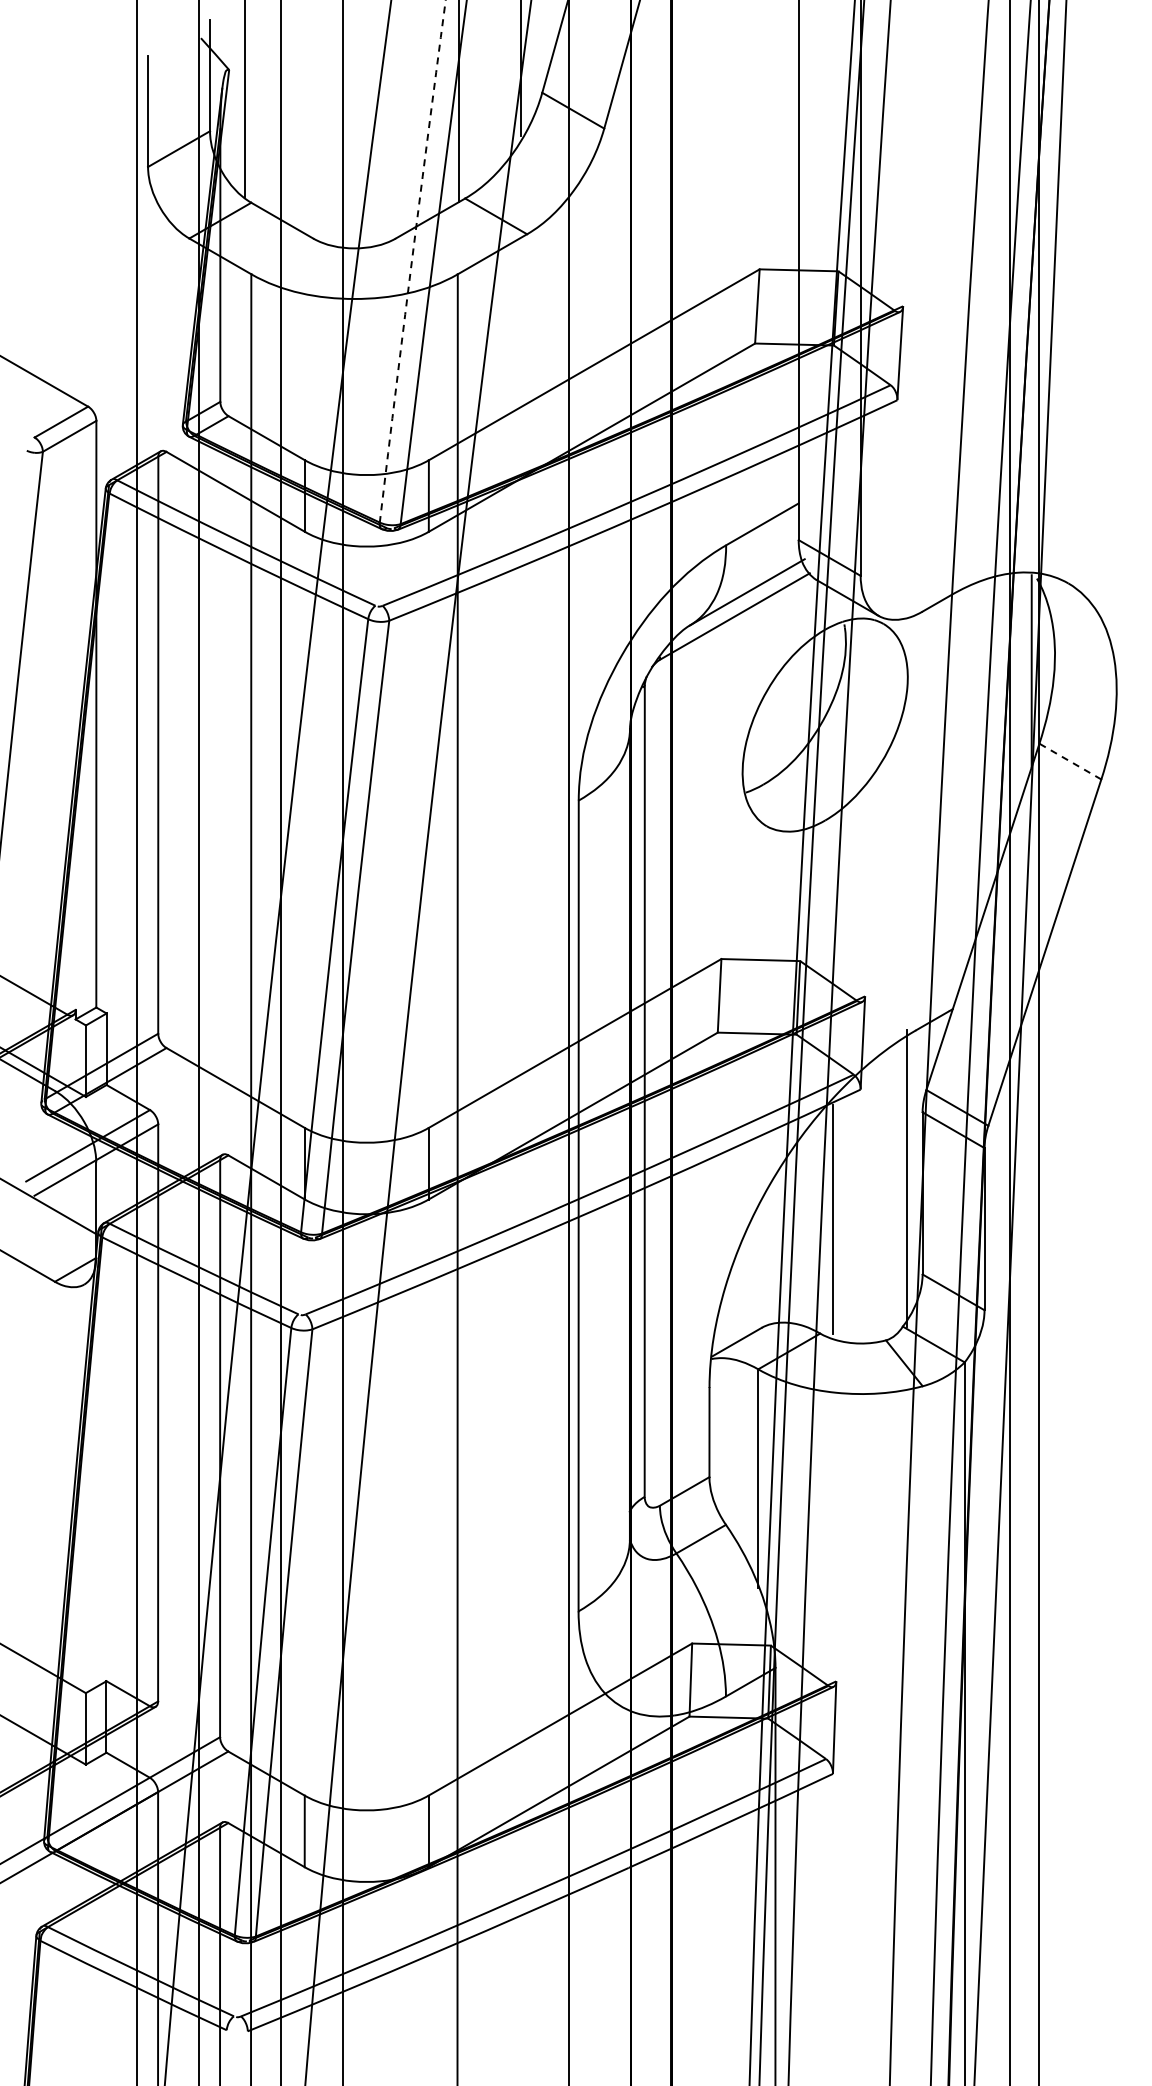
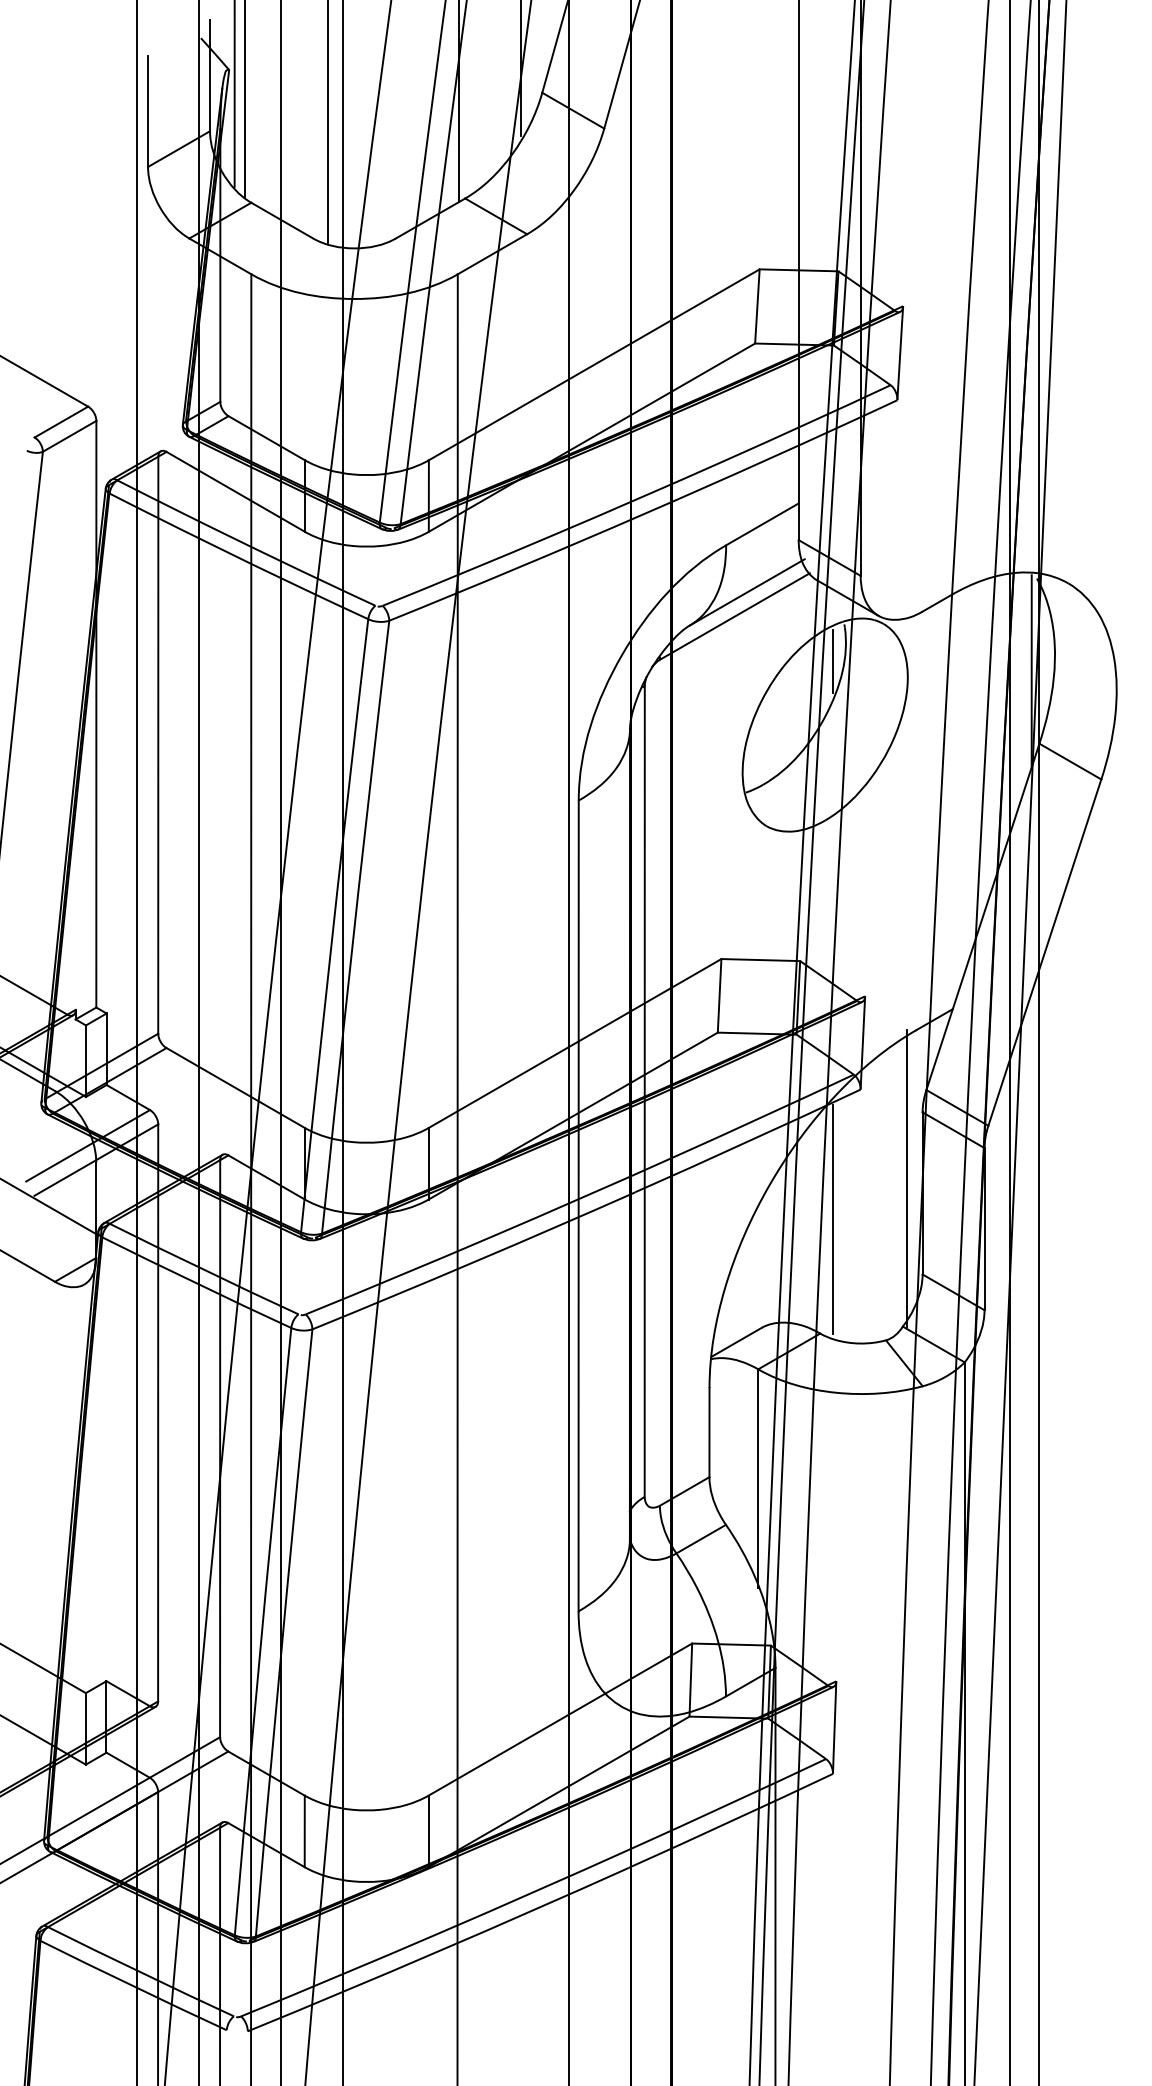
line at (234, 94): none -> present
line at (327, 122): none -> present
arc at (411, 261): dashed -> solid
line at (832, 661): none -> present
line at (1070, 761): dashed -> solid
